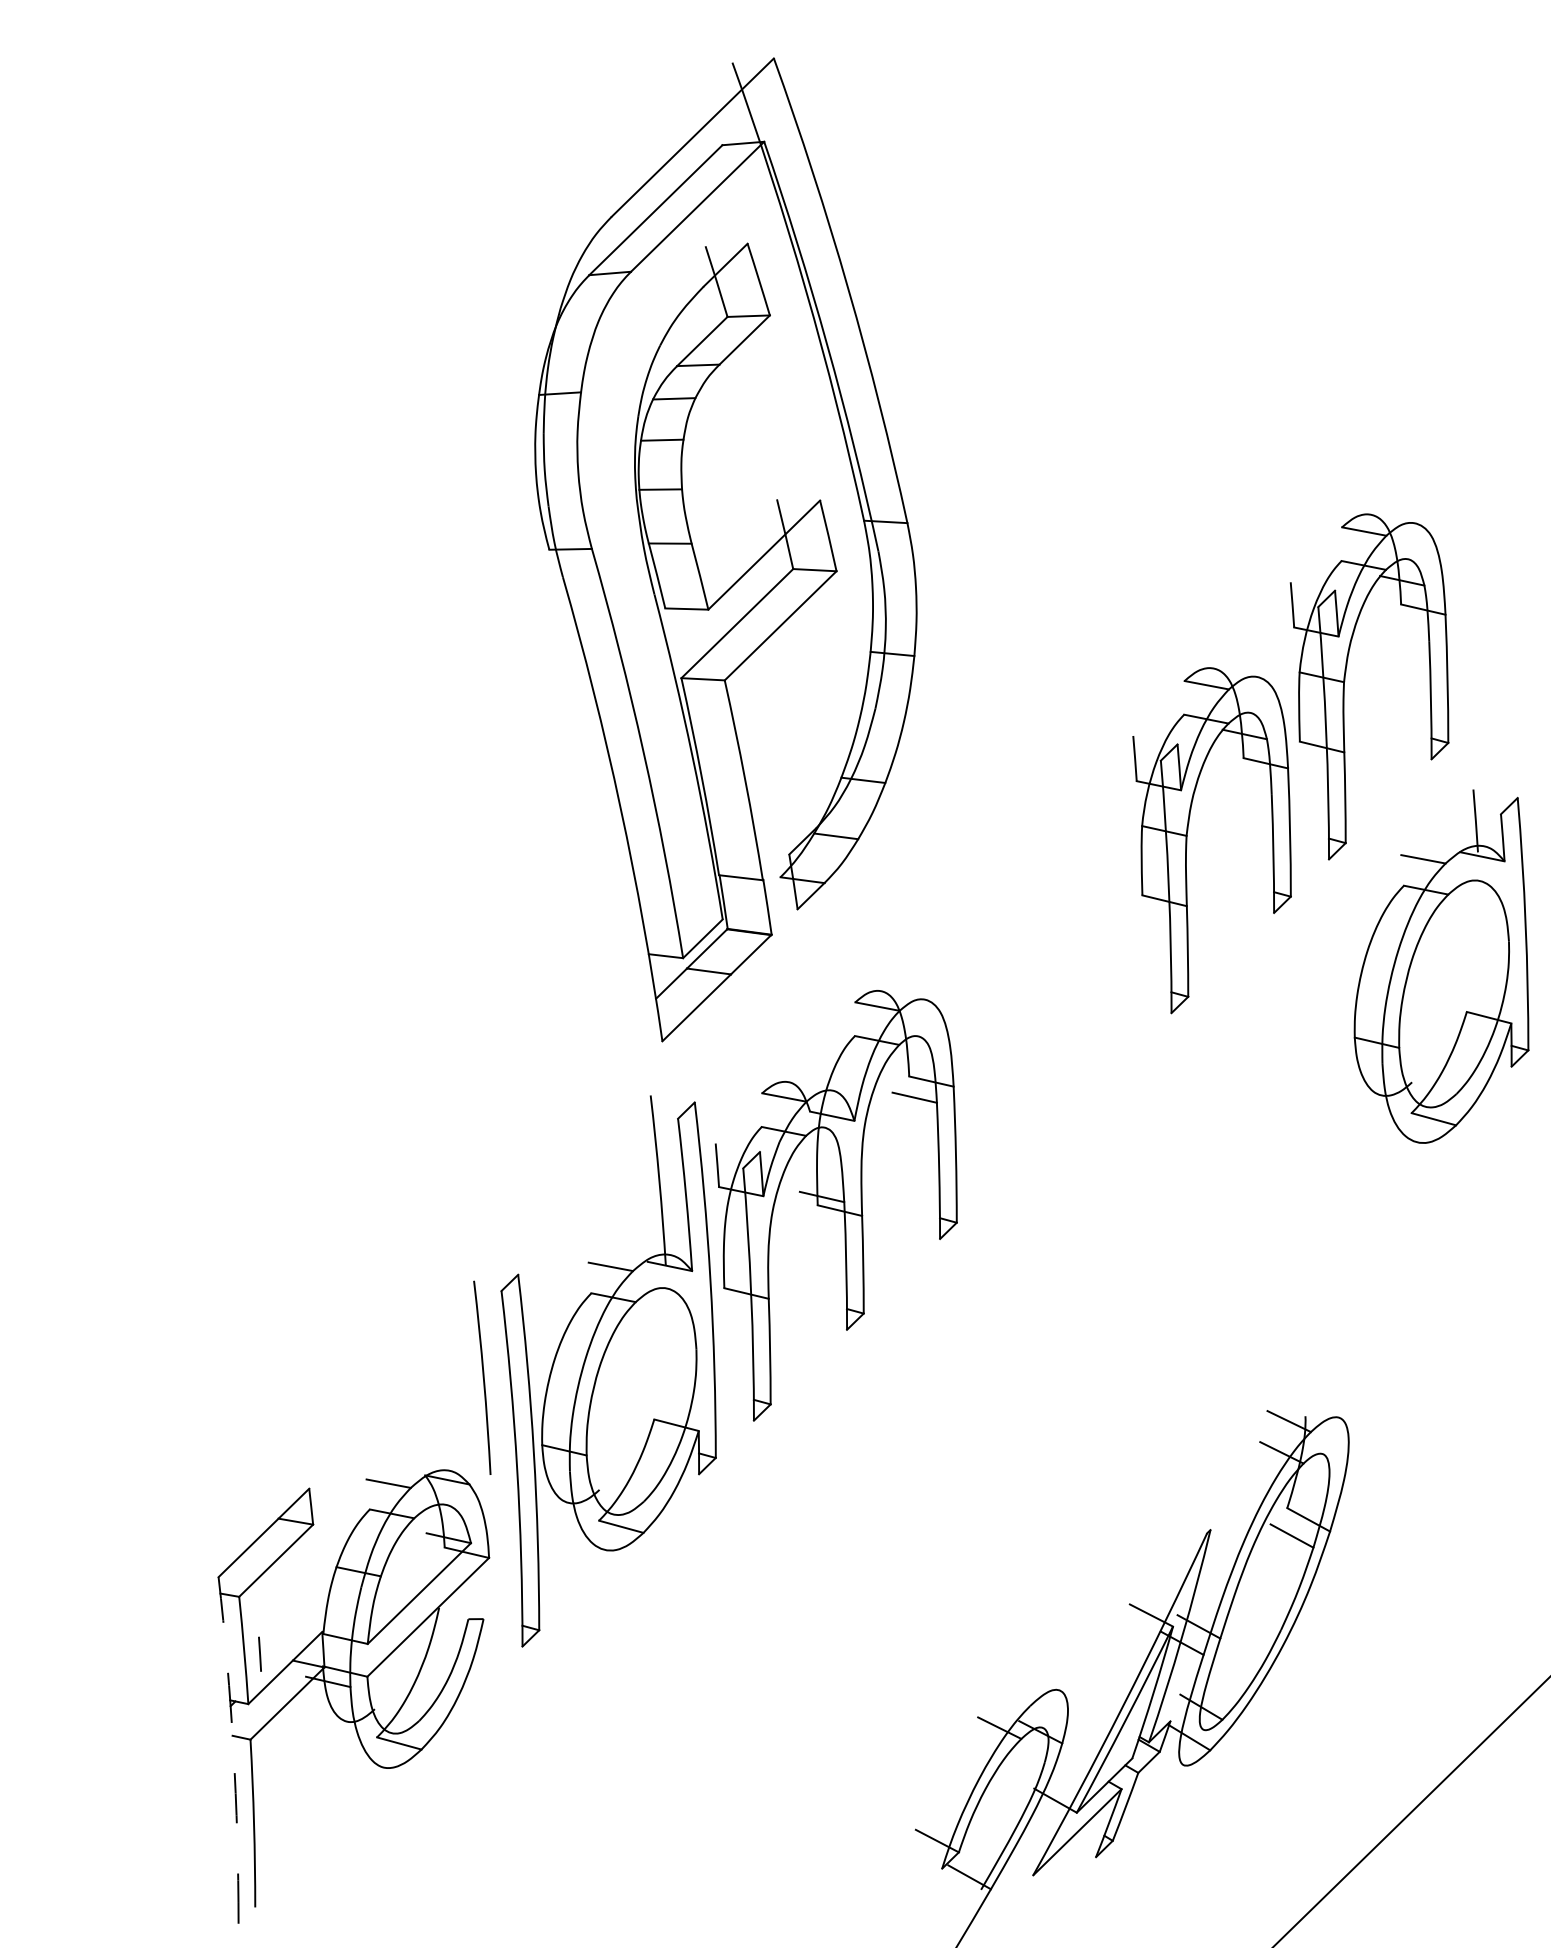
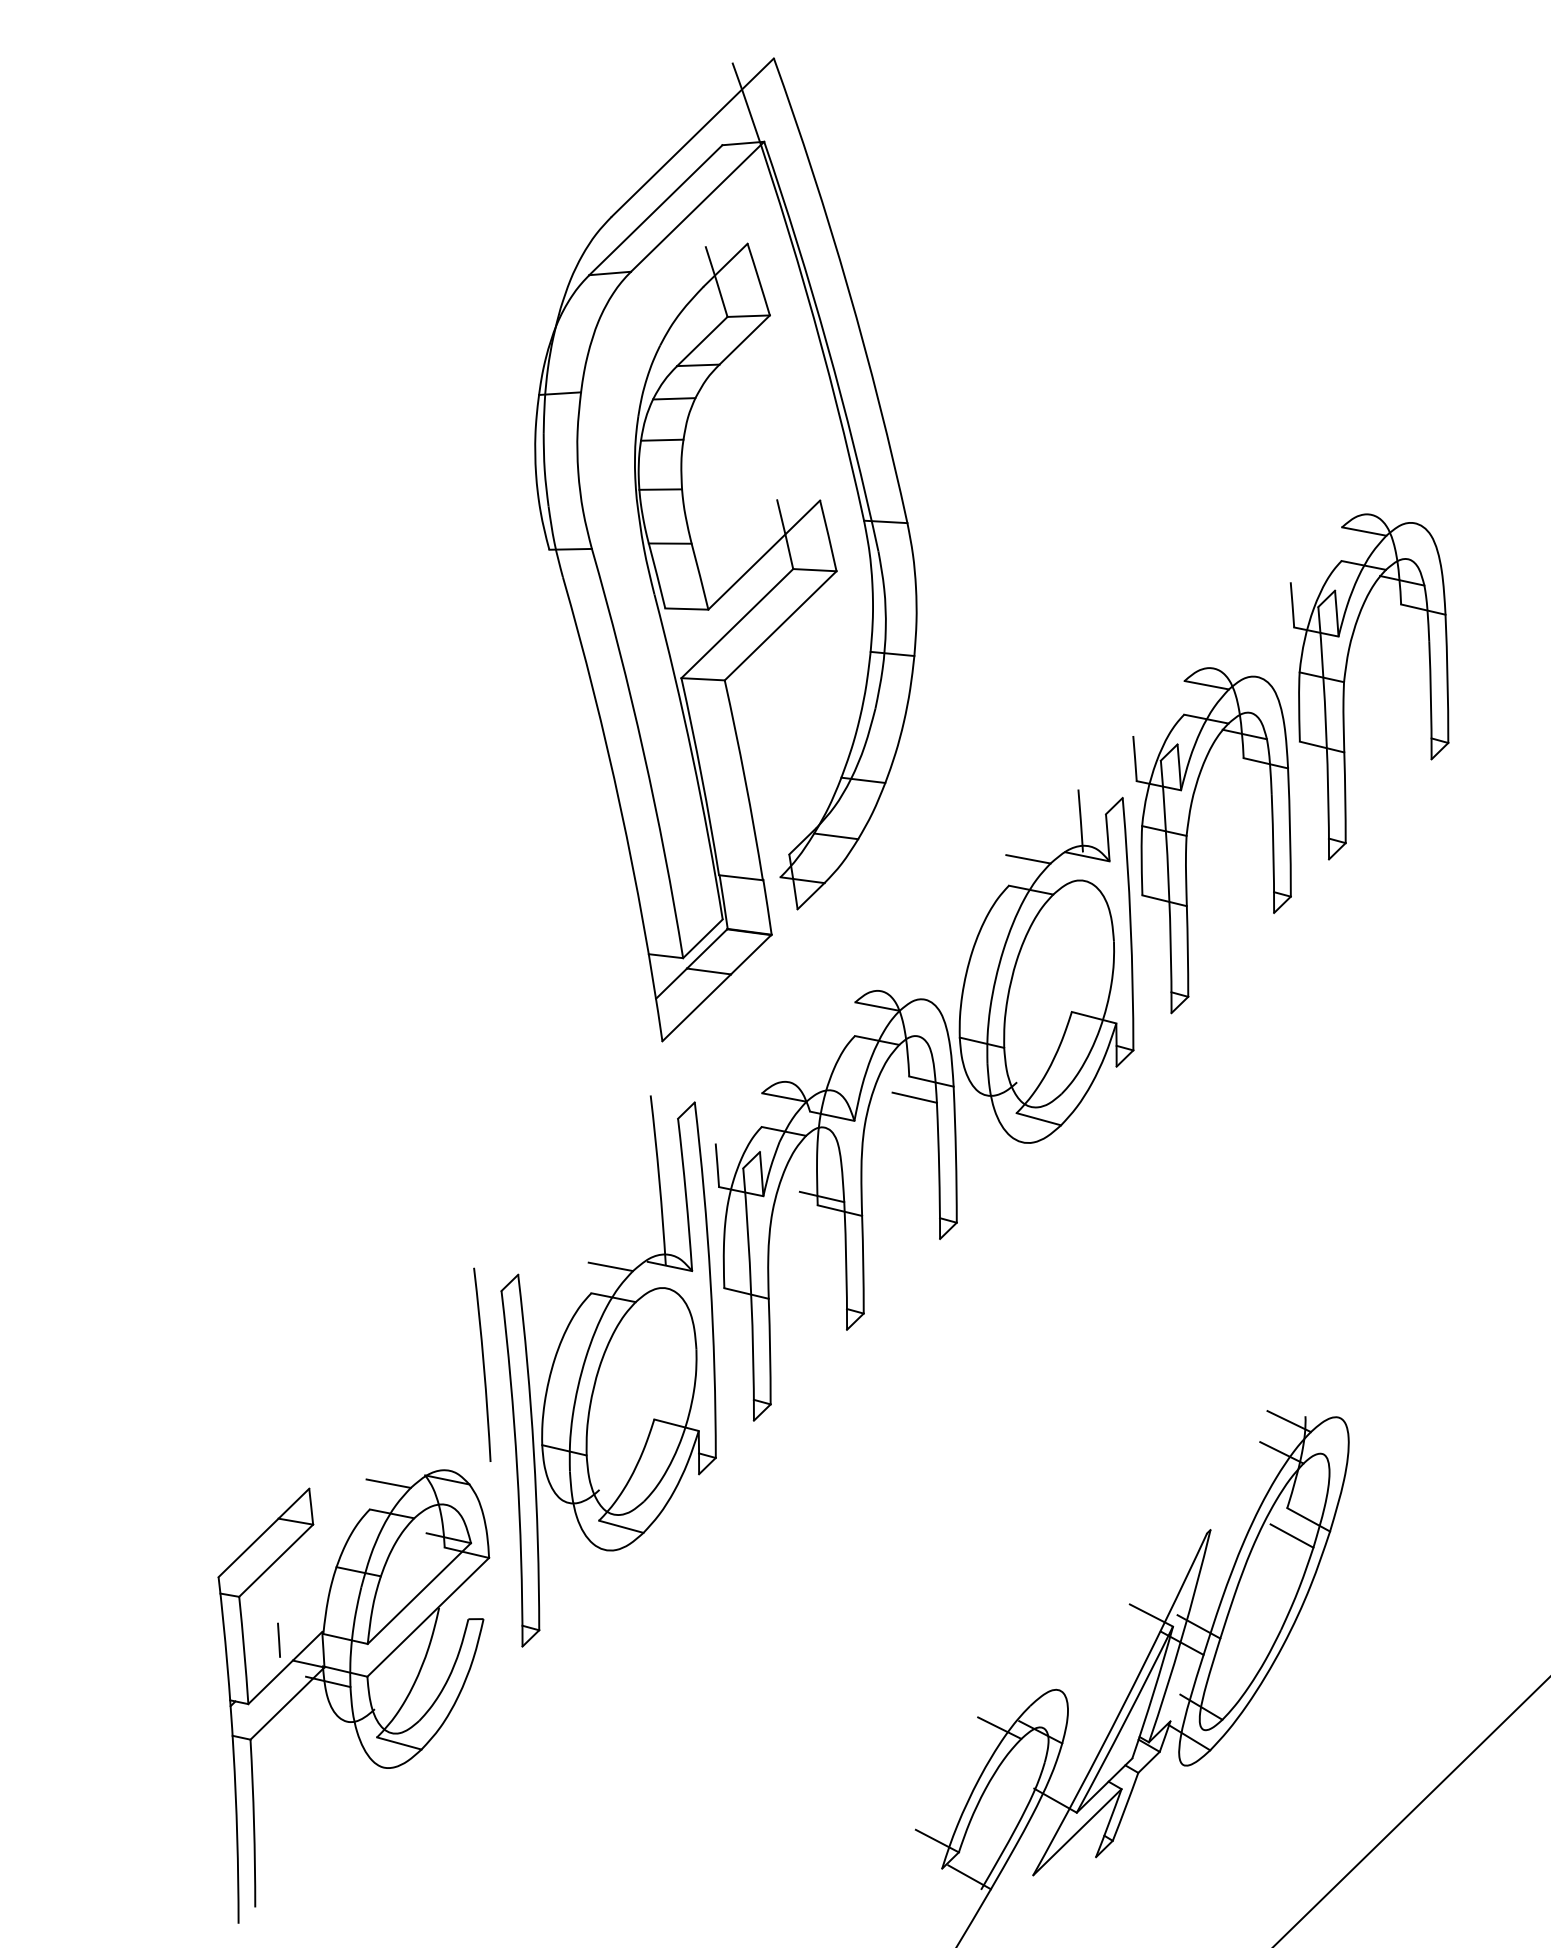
part at (1441, 966) position: (1441, 966) -> (1046, 966)
arc at (482, 1377) position: (482, 1377) -> (482, 1364)
line at (259, 1653) position: (259, 1653) -> (278, 1639)
arc at (233, 1750): dashed -> solid
